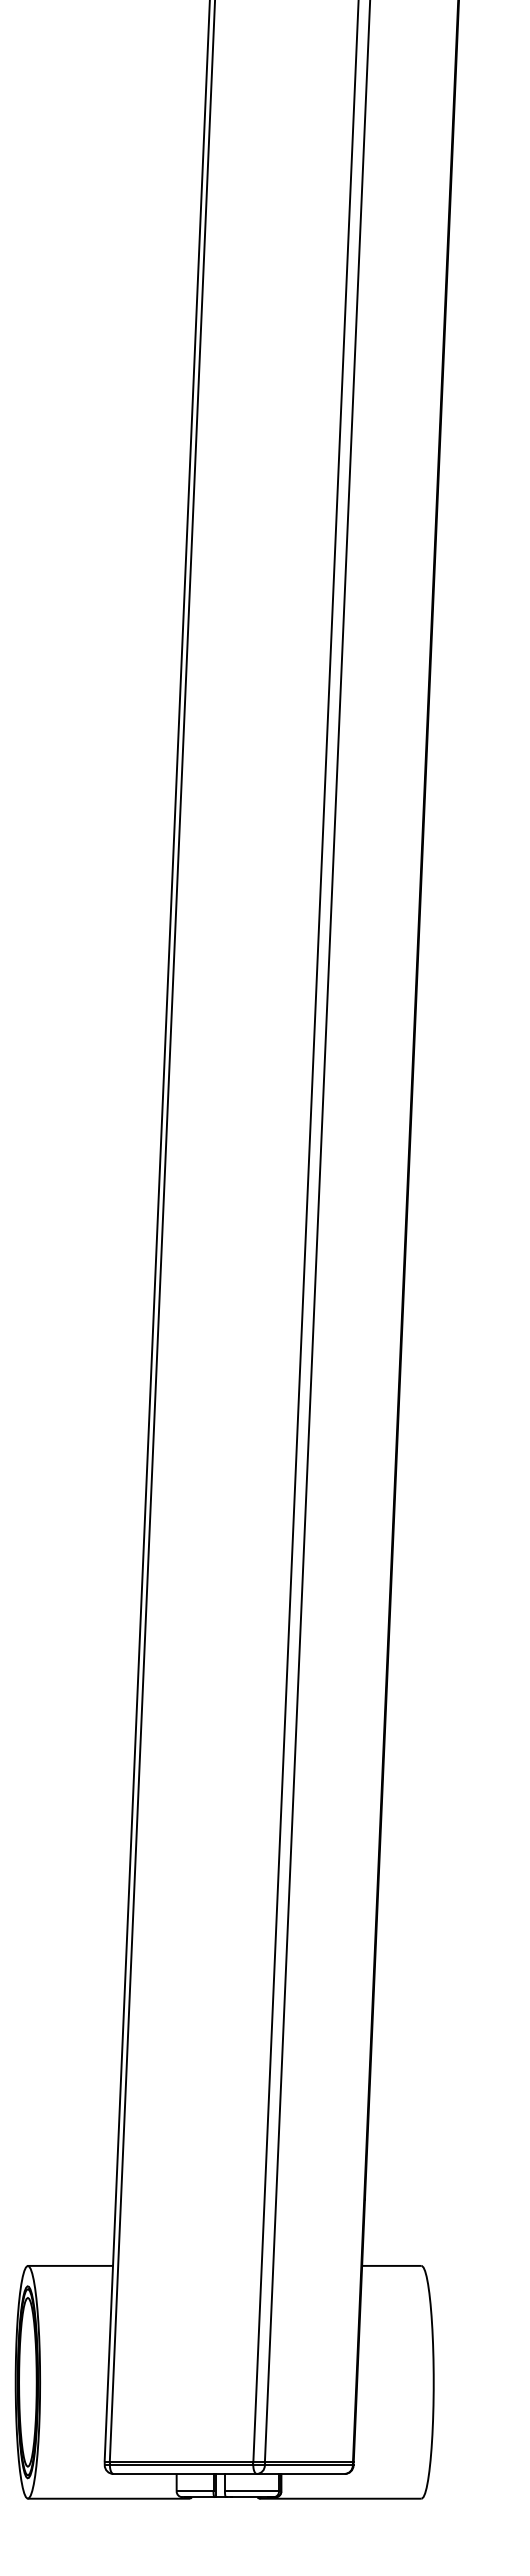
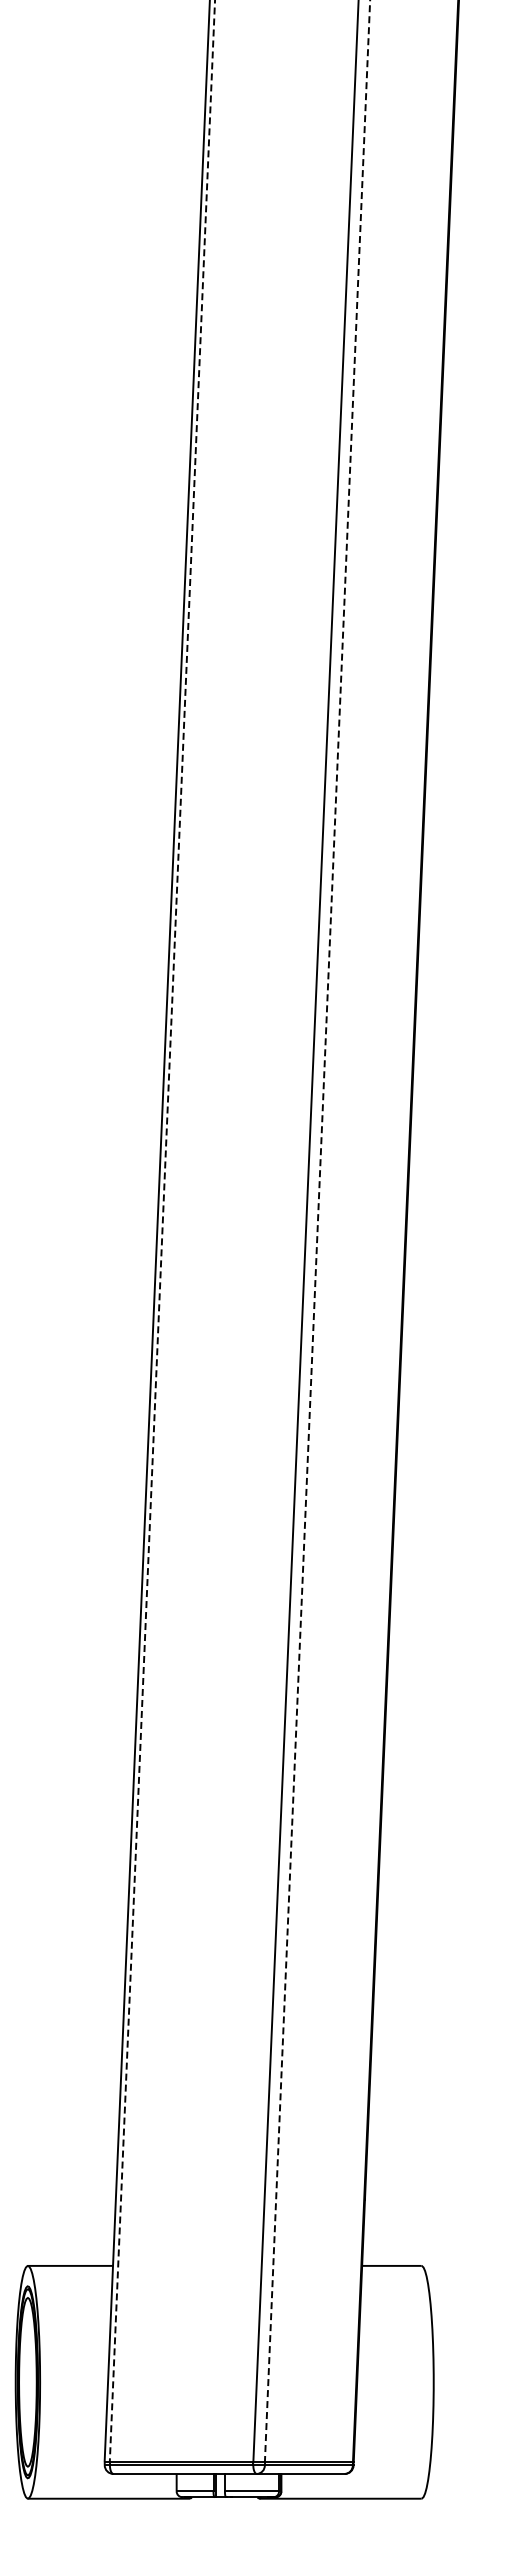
line at (162, 1231): solid -> dashed
line at (317, 1231): solid -> dashed
